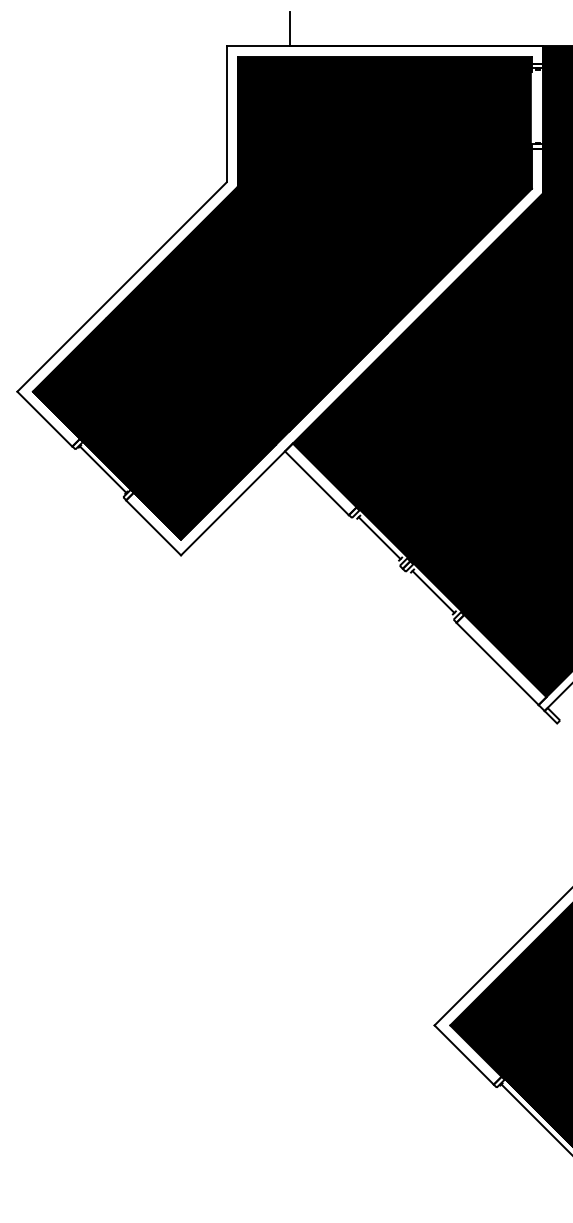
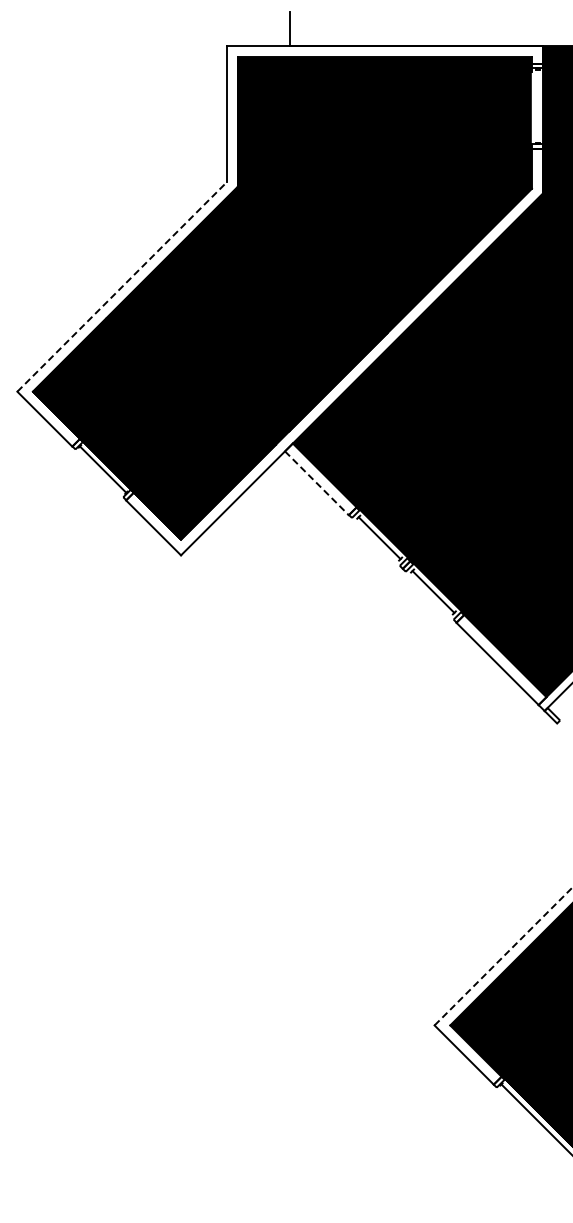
line at (122, 287): solid -> dashed
line at (317, 483): solid -> dashed
line at (503, 956): solid -> dashed
